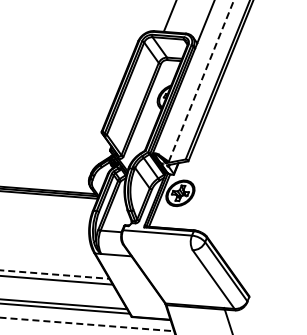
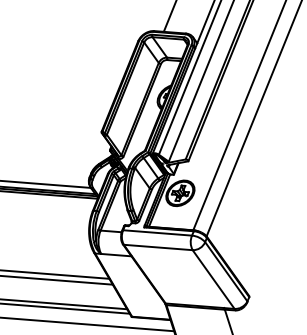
line at (189, 78): none -> present
line at (201, 81): dashed -> solid
line at (239, 116): none -> present
line at (253, 119): none -> present
line at (46, 184): none -> present
line at (157, 247): none -> present
line at (55, 274): dashed -> solid
line at (87, 324): dashed -> solid
